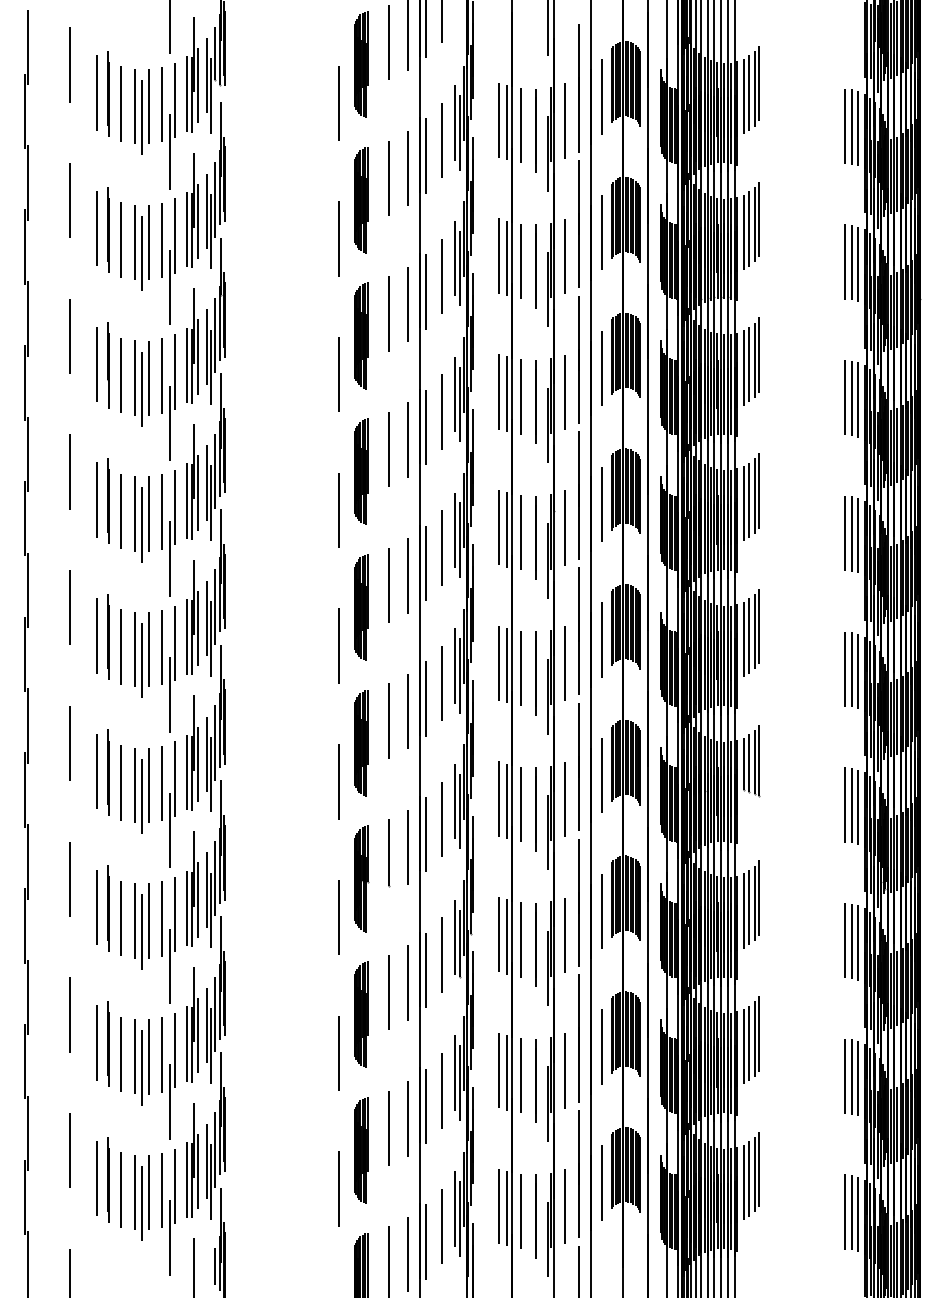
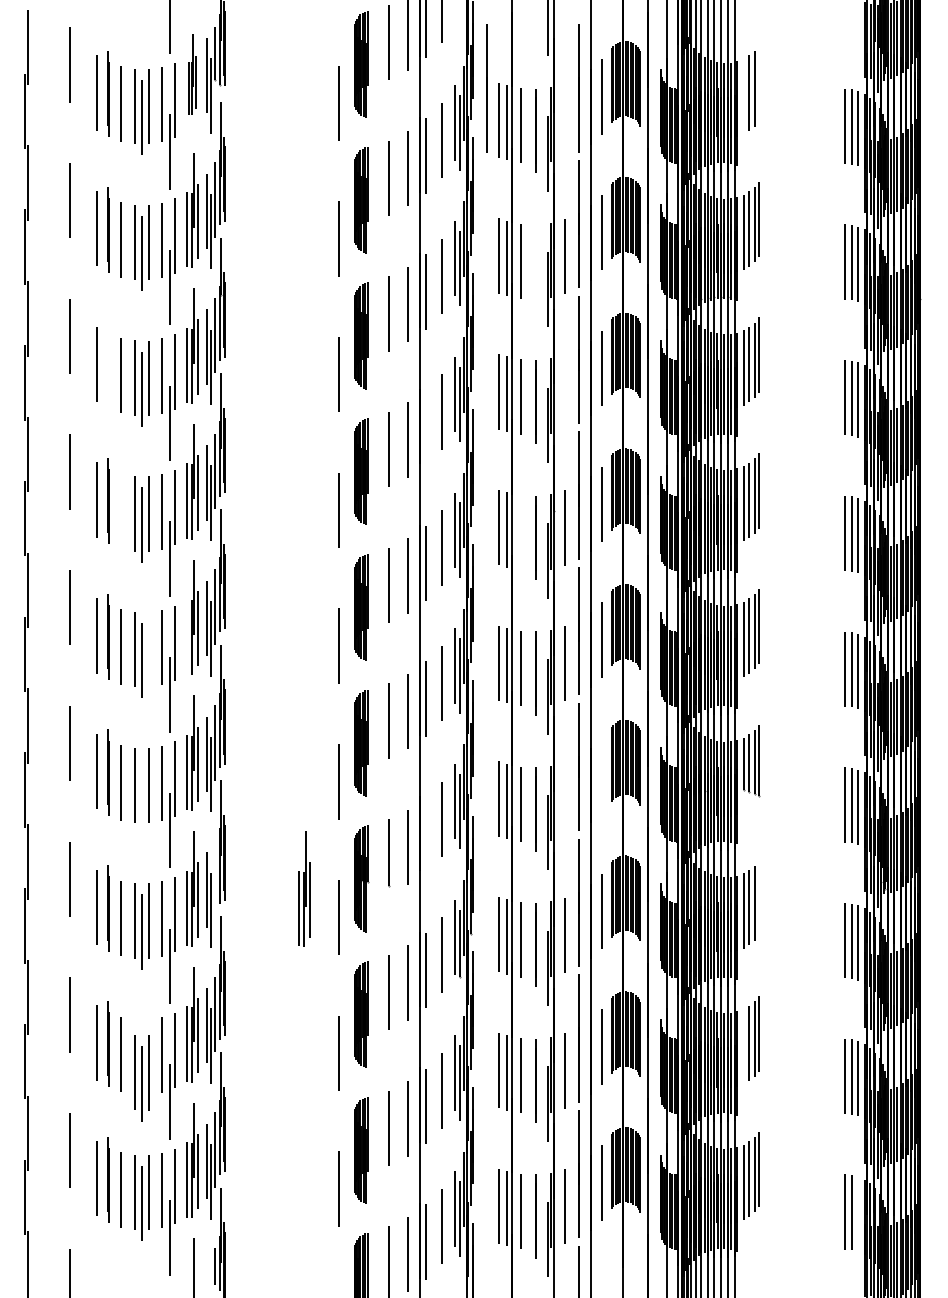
part at (192, 74) size: 13x116 px -> 9x81 px
line at (759, 83): present -> none
line at (486, 88): none -> present
line at (743, 96): present -> none
line at (564, 120): present -> none
line at (535, 266): present -> none
line at (108, 365): present -> none
line at (565, 392): present -> none
line at (426, 427): present -> none
line at (121, 511): present -> none
line at (521, 532): present -> none
line at (187, 636): present -> none
line at (148, 649): present -> none
line at (602, 775): present -> none
line at (141, 796): present -> none
line at (564, 799): present -> none
line at (426, 834): present -> none
line at (214, 878): present -> none
part at (304, 888): none -> present
line at (759, 897): present -> none
line at (743, 1046): present -> none
part at (141, 1062) position: (141, 1062) -> (141, 1078)
line at (858, 1214): present -> none
